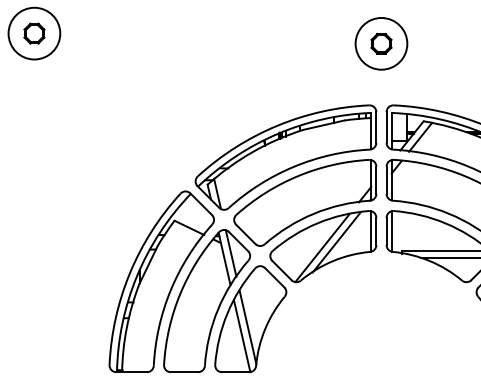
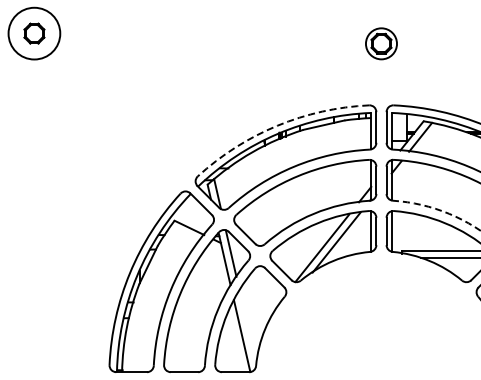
circle at (381, 43) diameter: 52 px -> 31 px
arc at (277, 125): solid -> dashed
arc at (439, 210): solid -> dashed
line at (247, 327): present -> none
